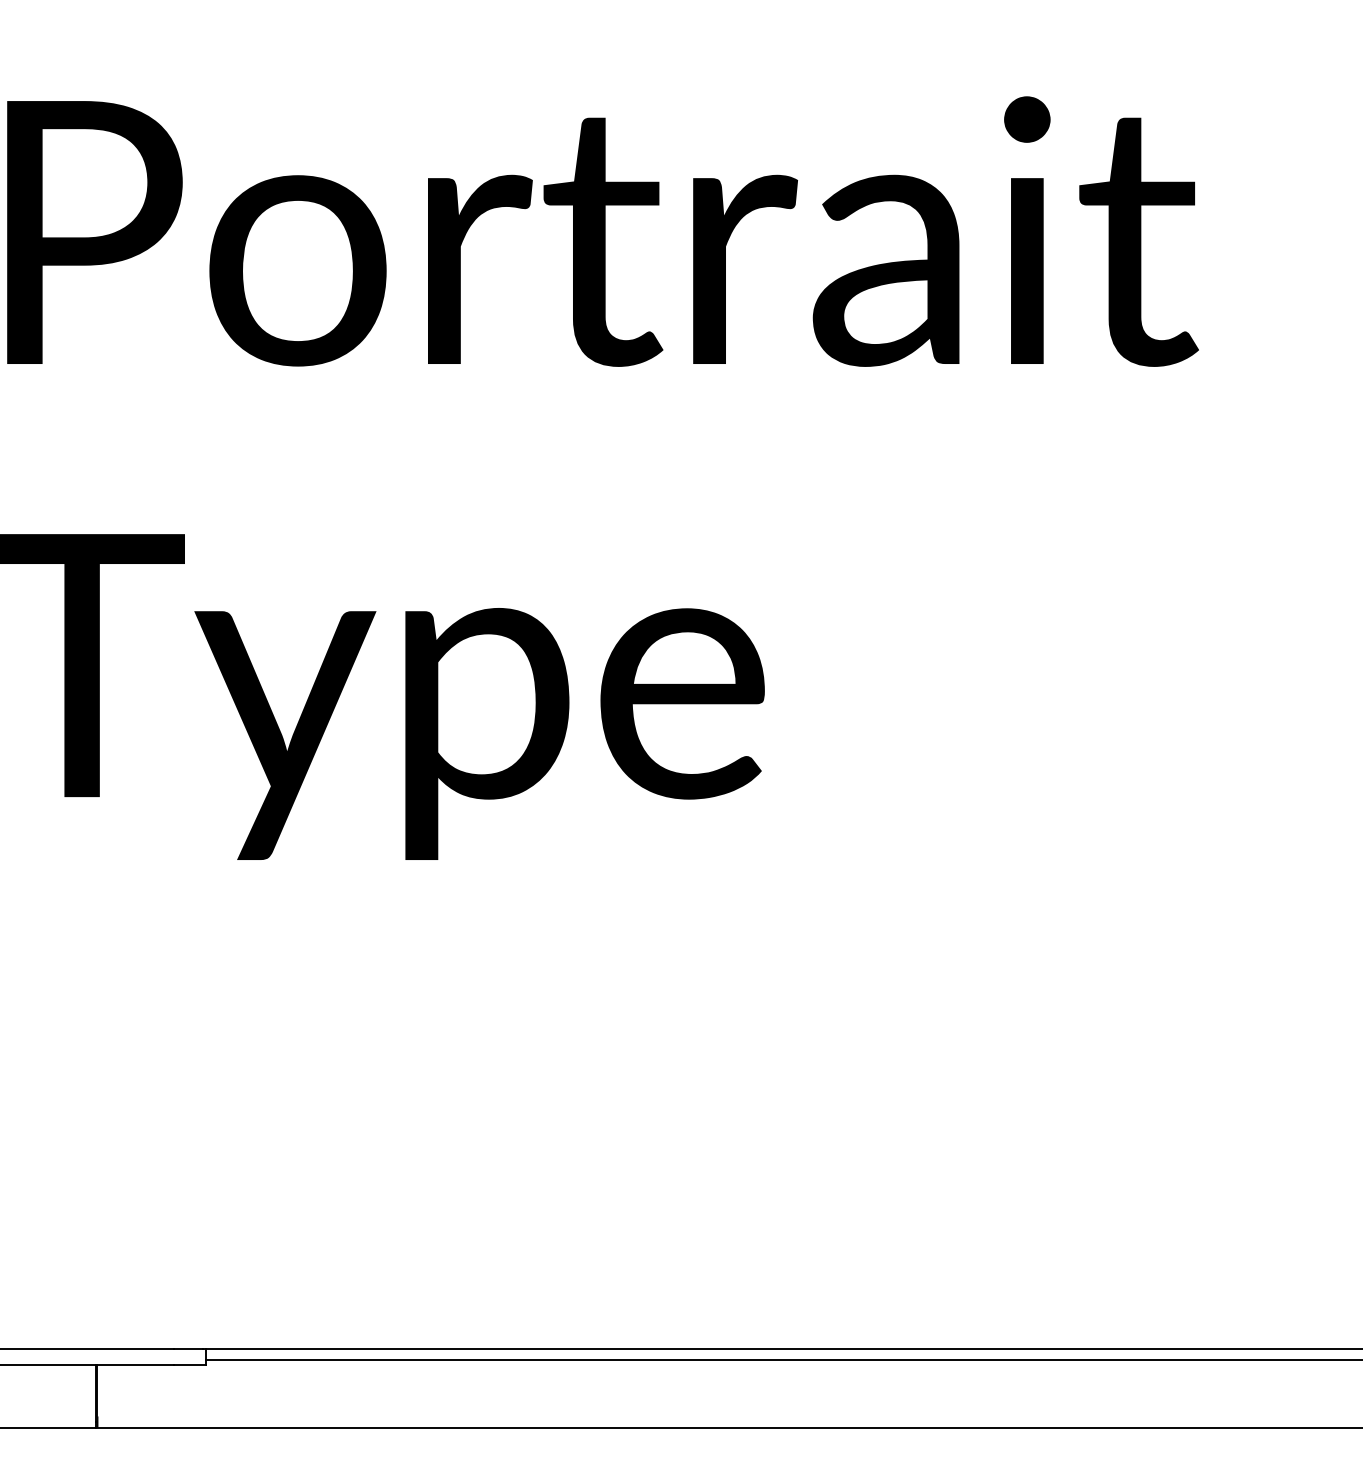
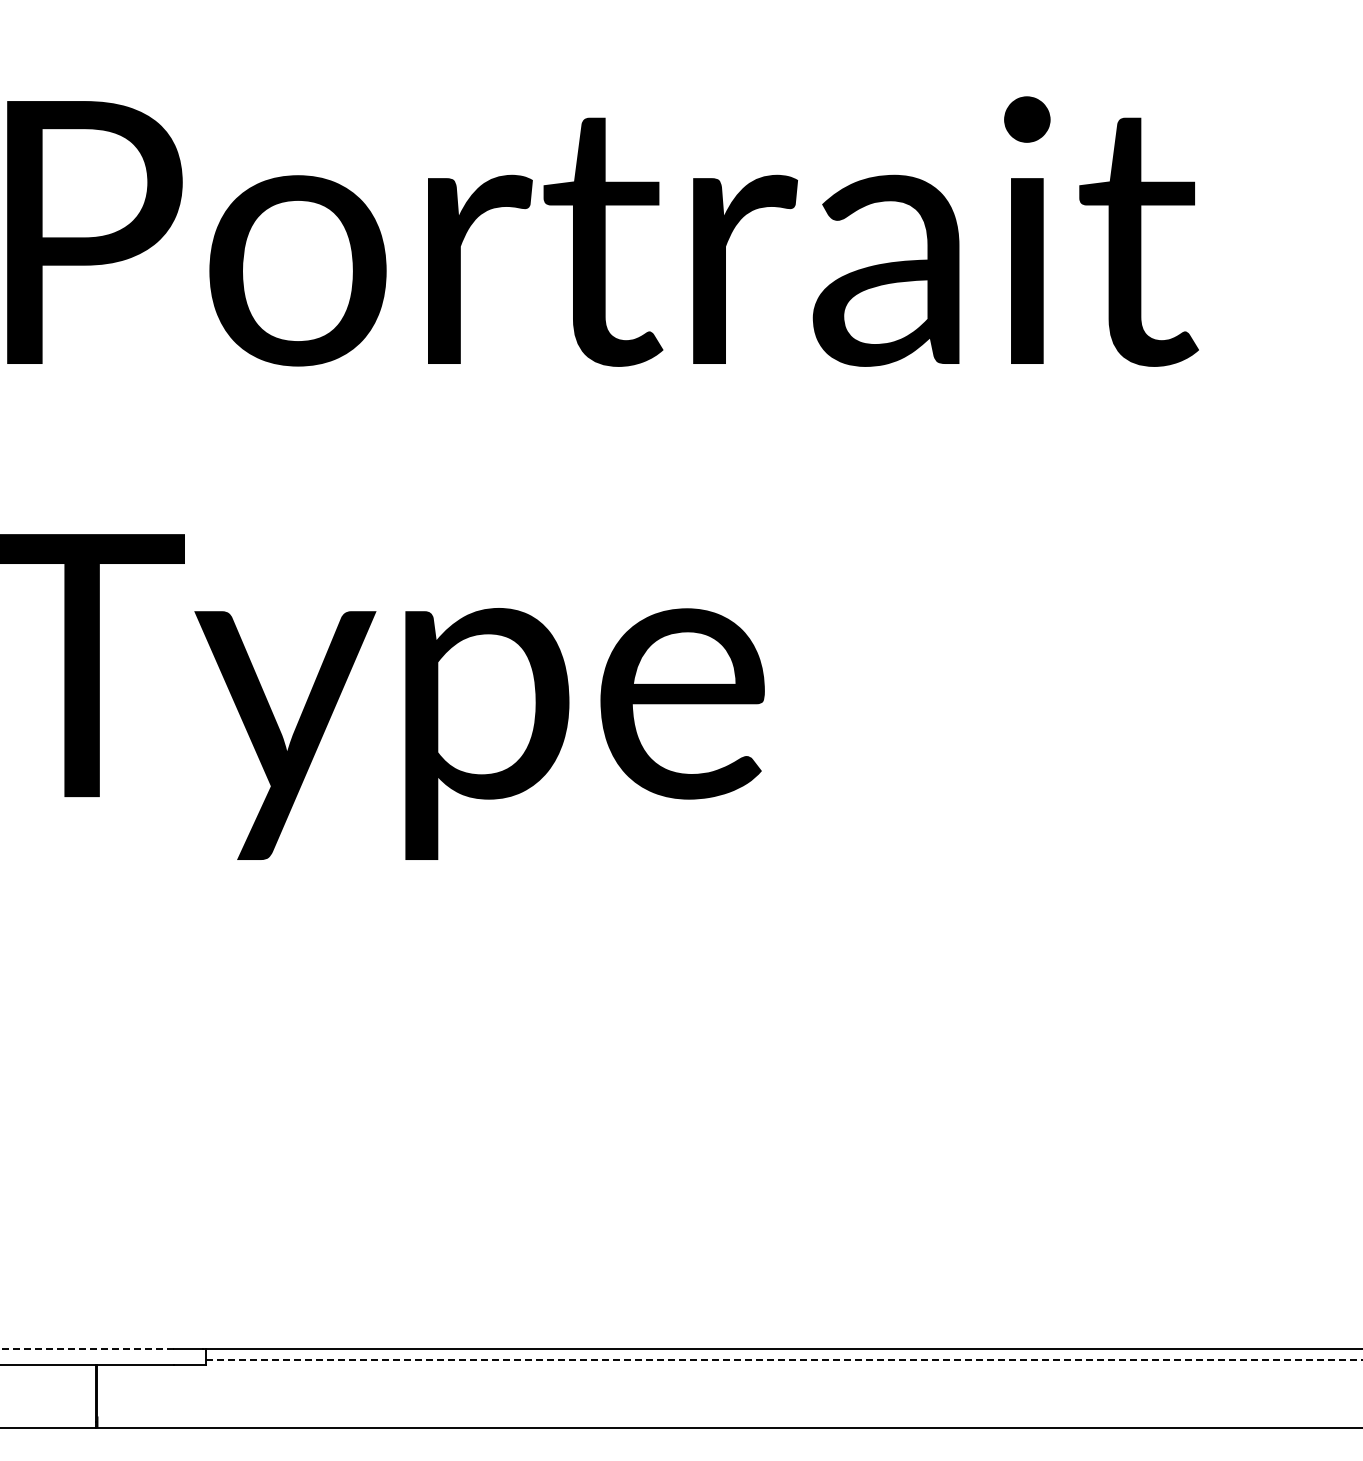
line at (87, 1349): solid -> dashed
line at (783, 1359): solid -> dashed
